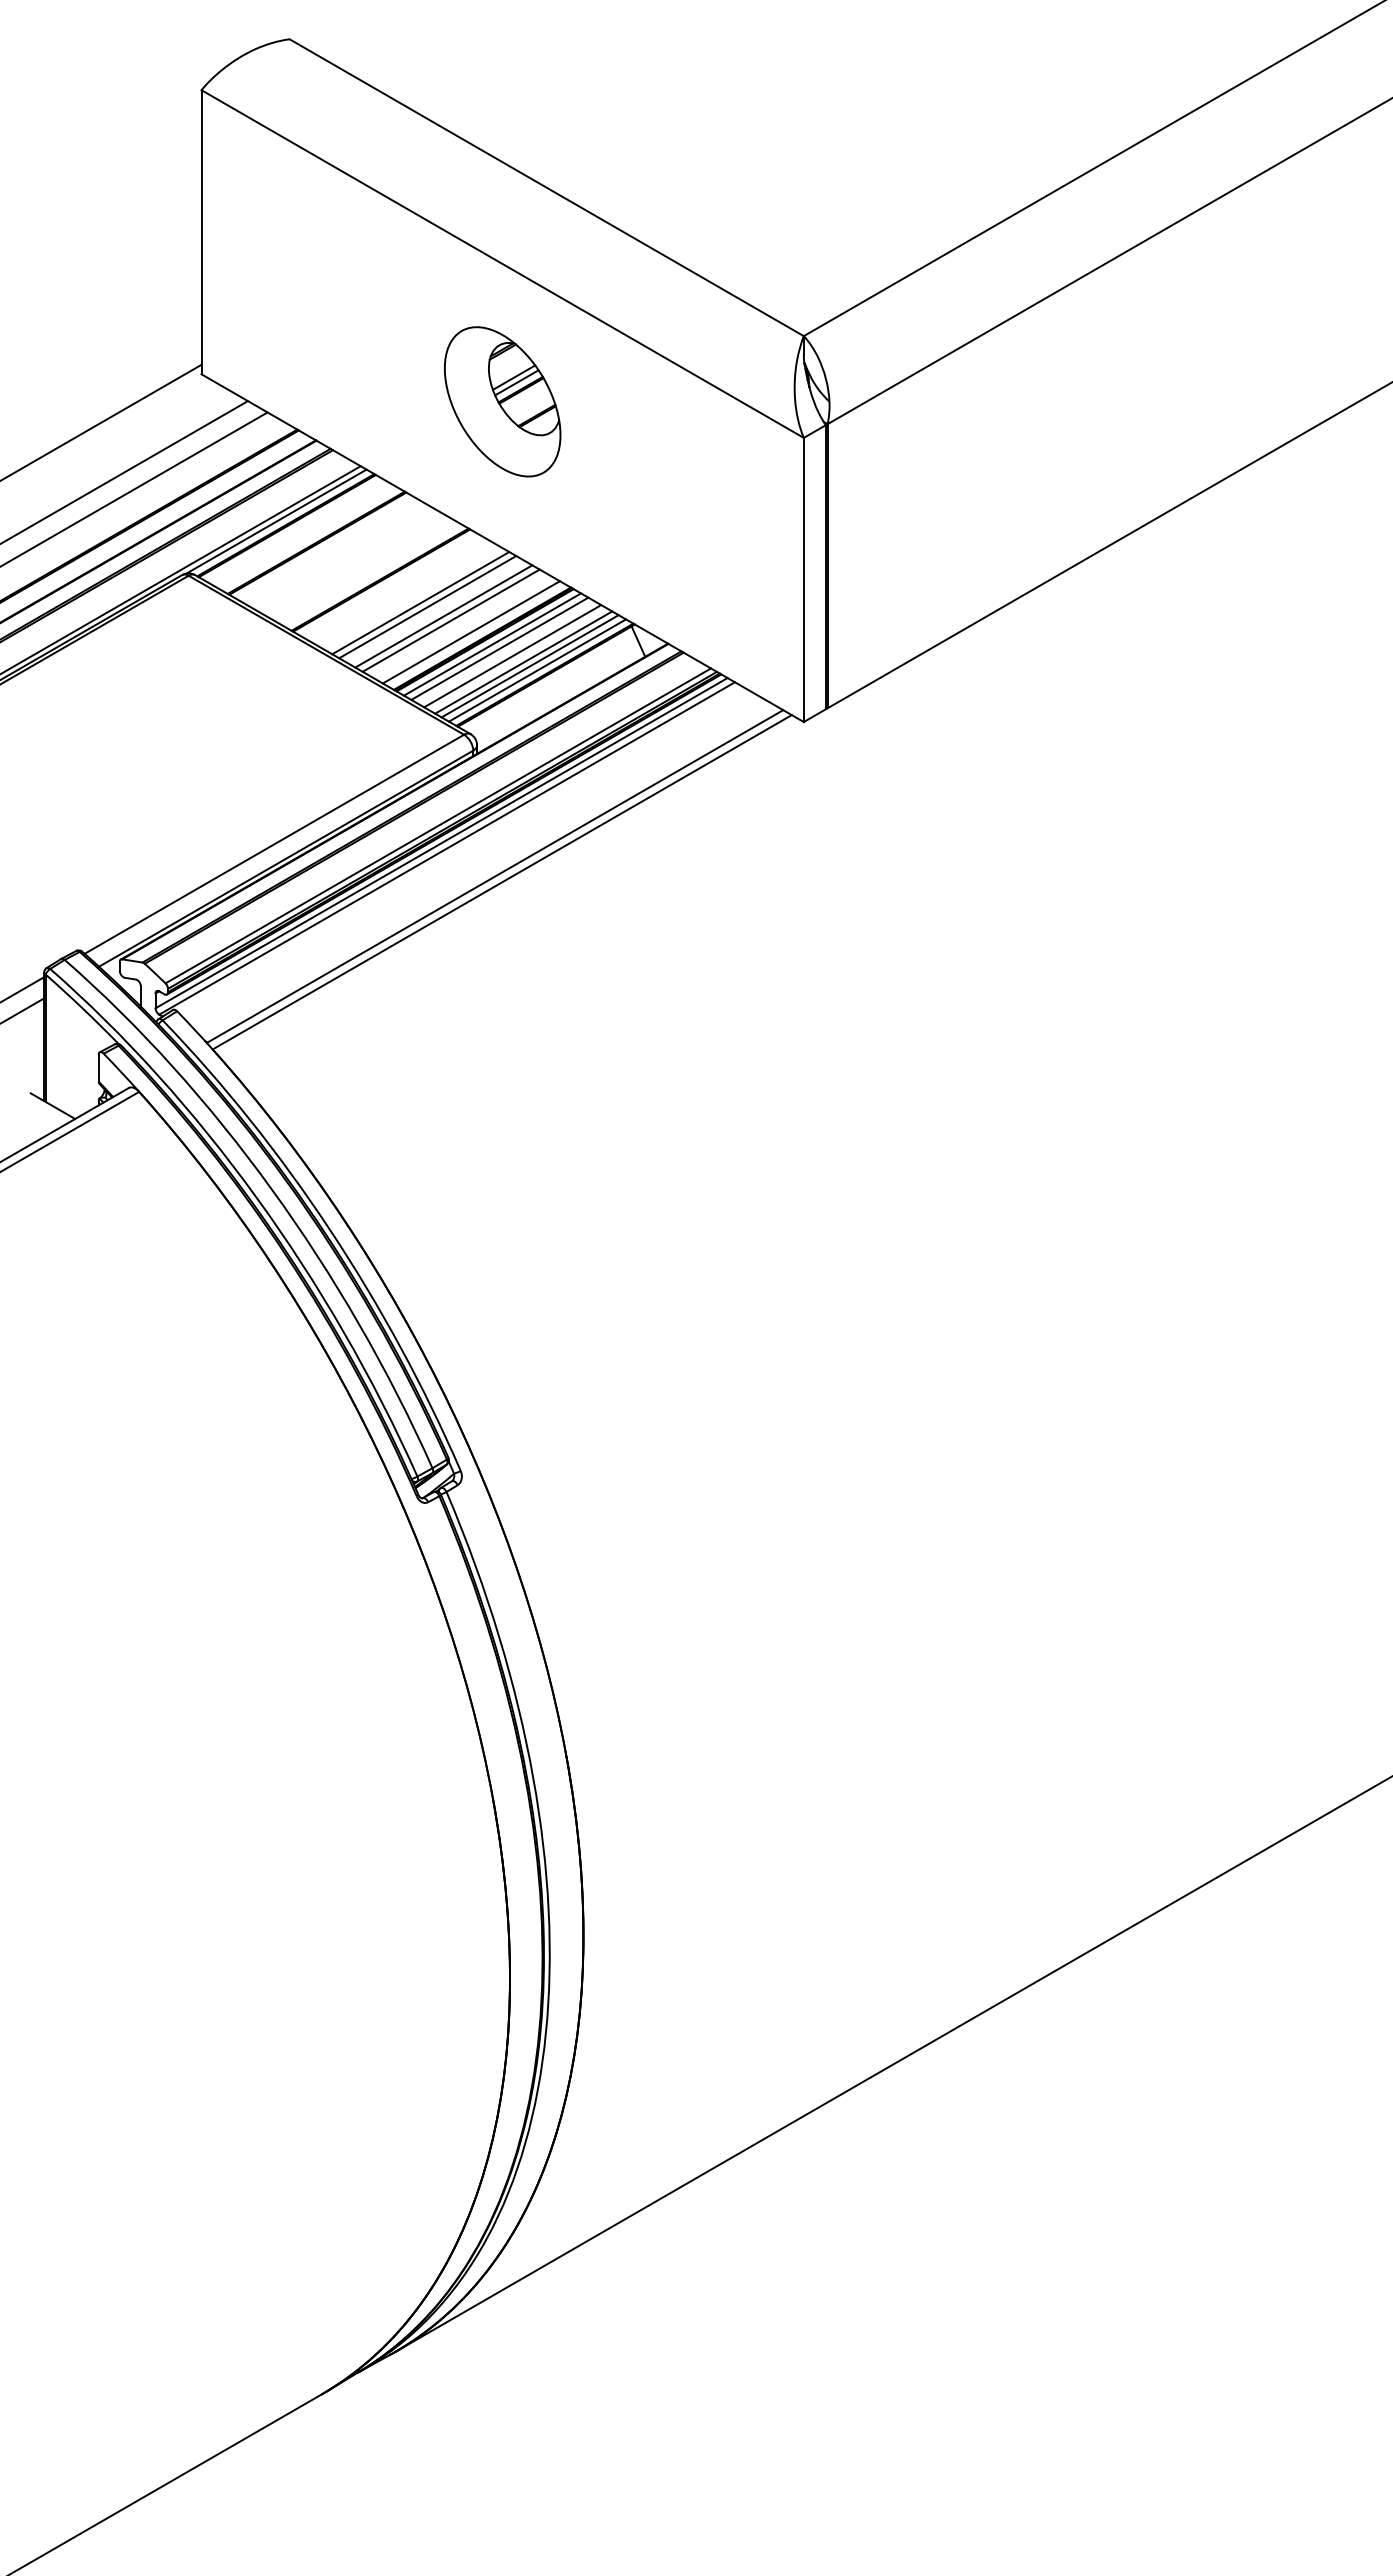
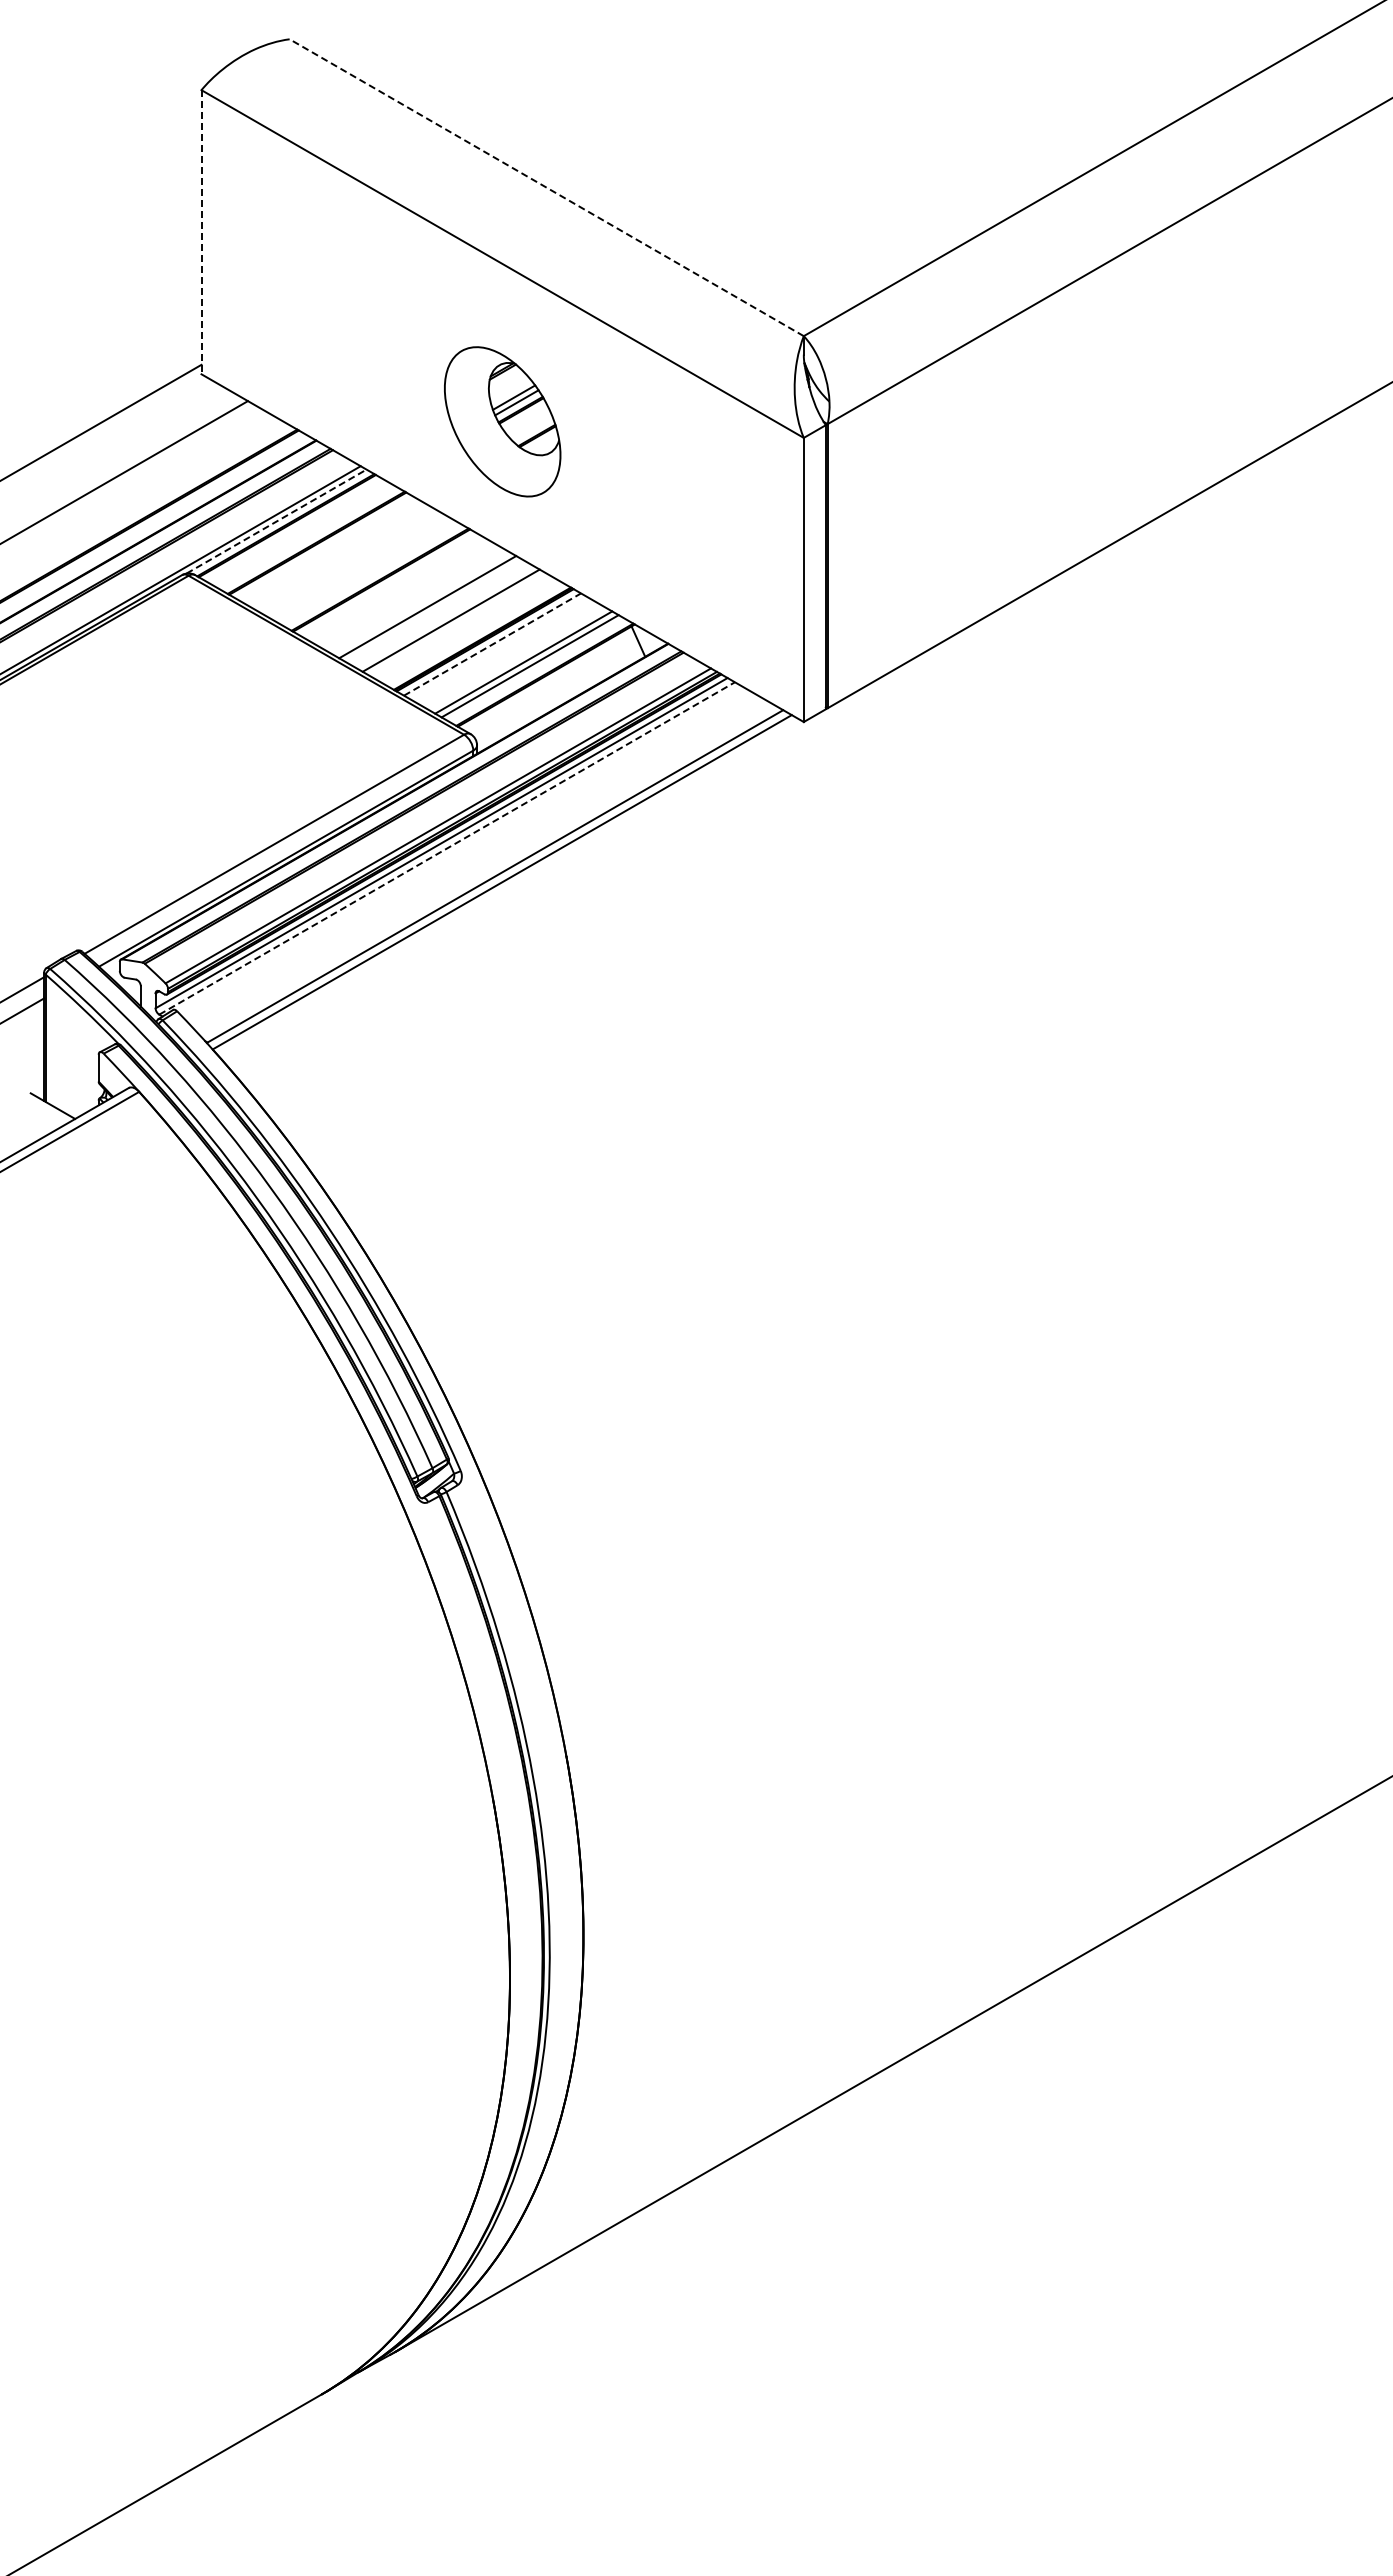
line at (546, 187): solid -> dashed
line at (201, 232): solid -> dashed
part at (502, 401) position: (502, 401) -> (502, 421)
line at (134, 488): present -> none
line at (276, 521): solid -> dashed
line at (420, 603): present -> none
line at (443, 616): present -> none
line at (470, 632): present -> none
line at (492, 644): solid -> dashed
line at (499, 648): present -> none
line at (512, 656): present -> none
line at (537, 670): present -> none
line at (447, 848): solid -> dashed
